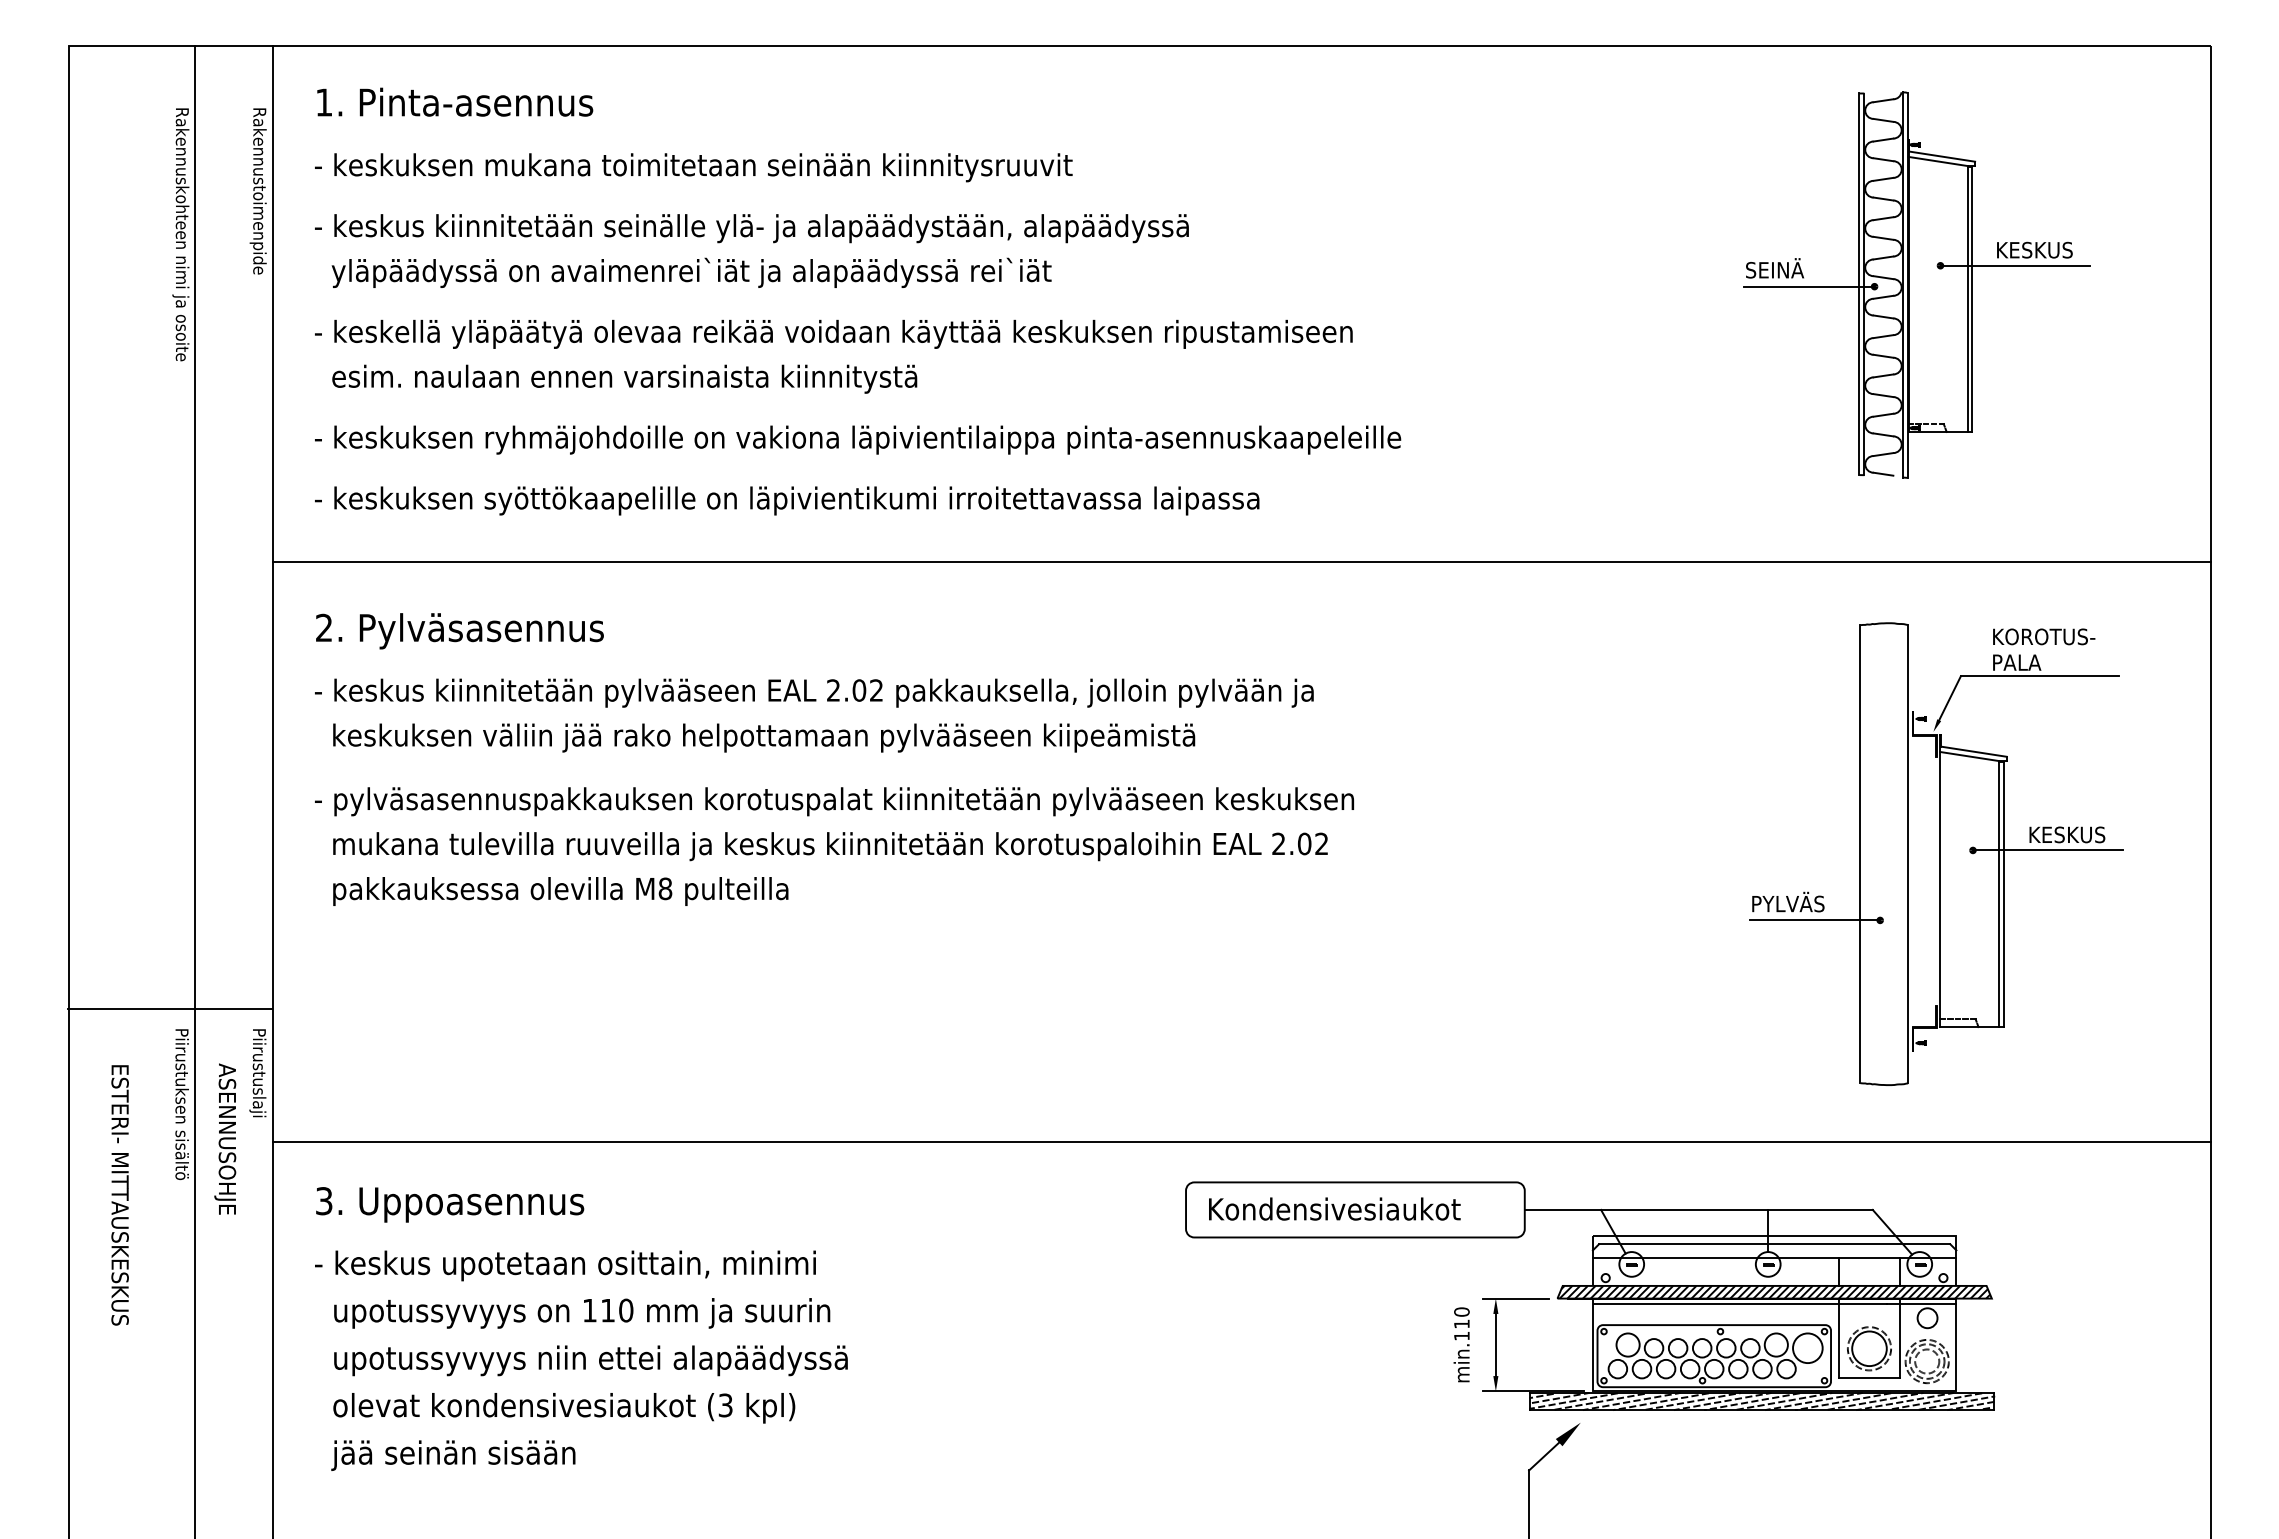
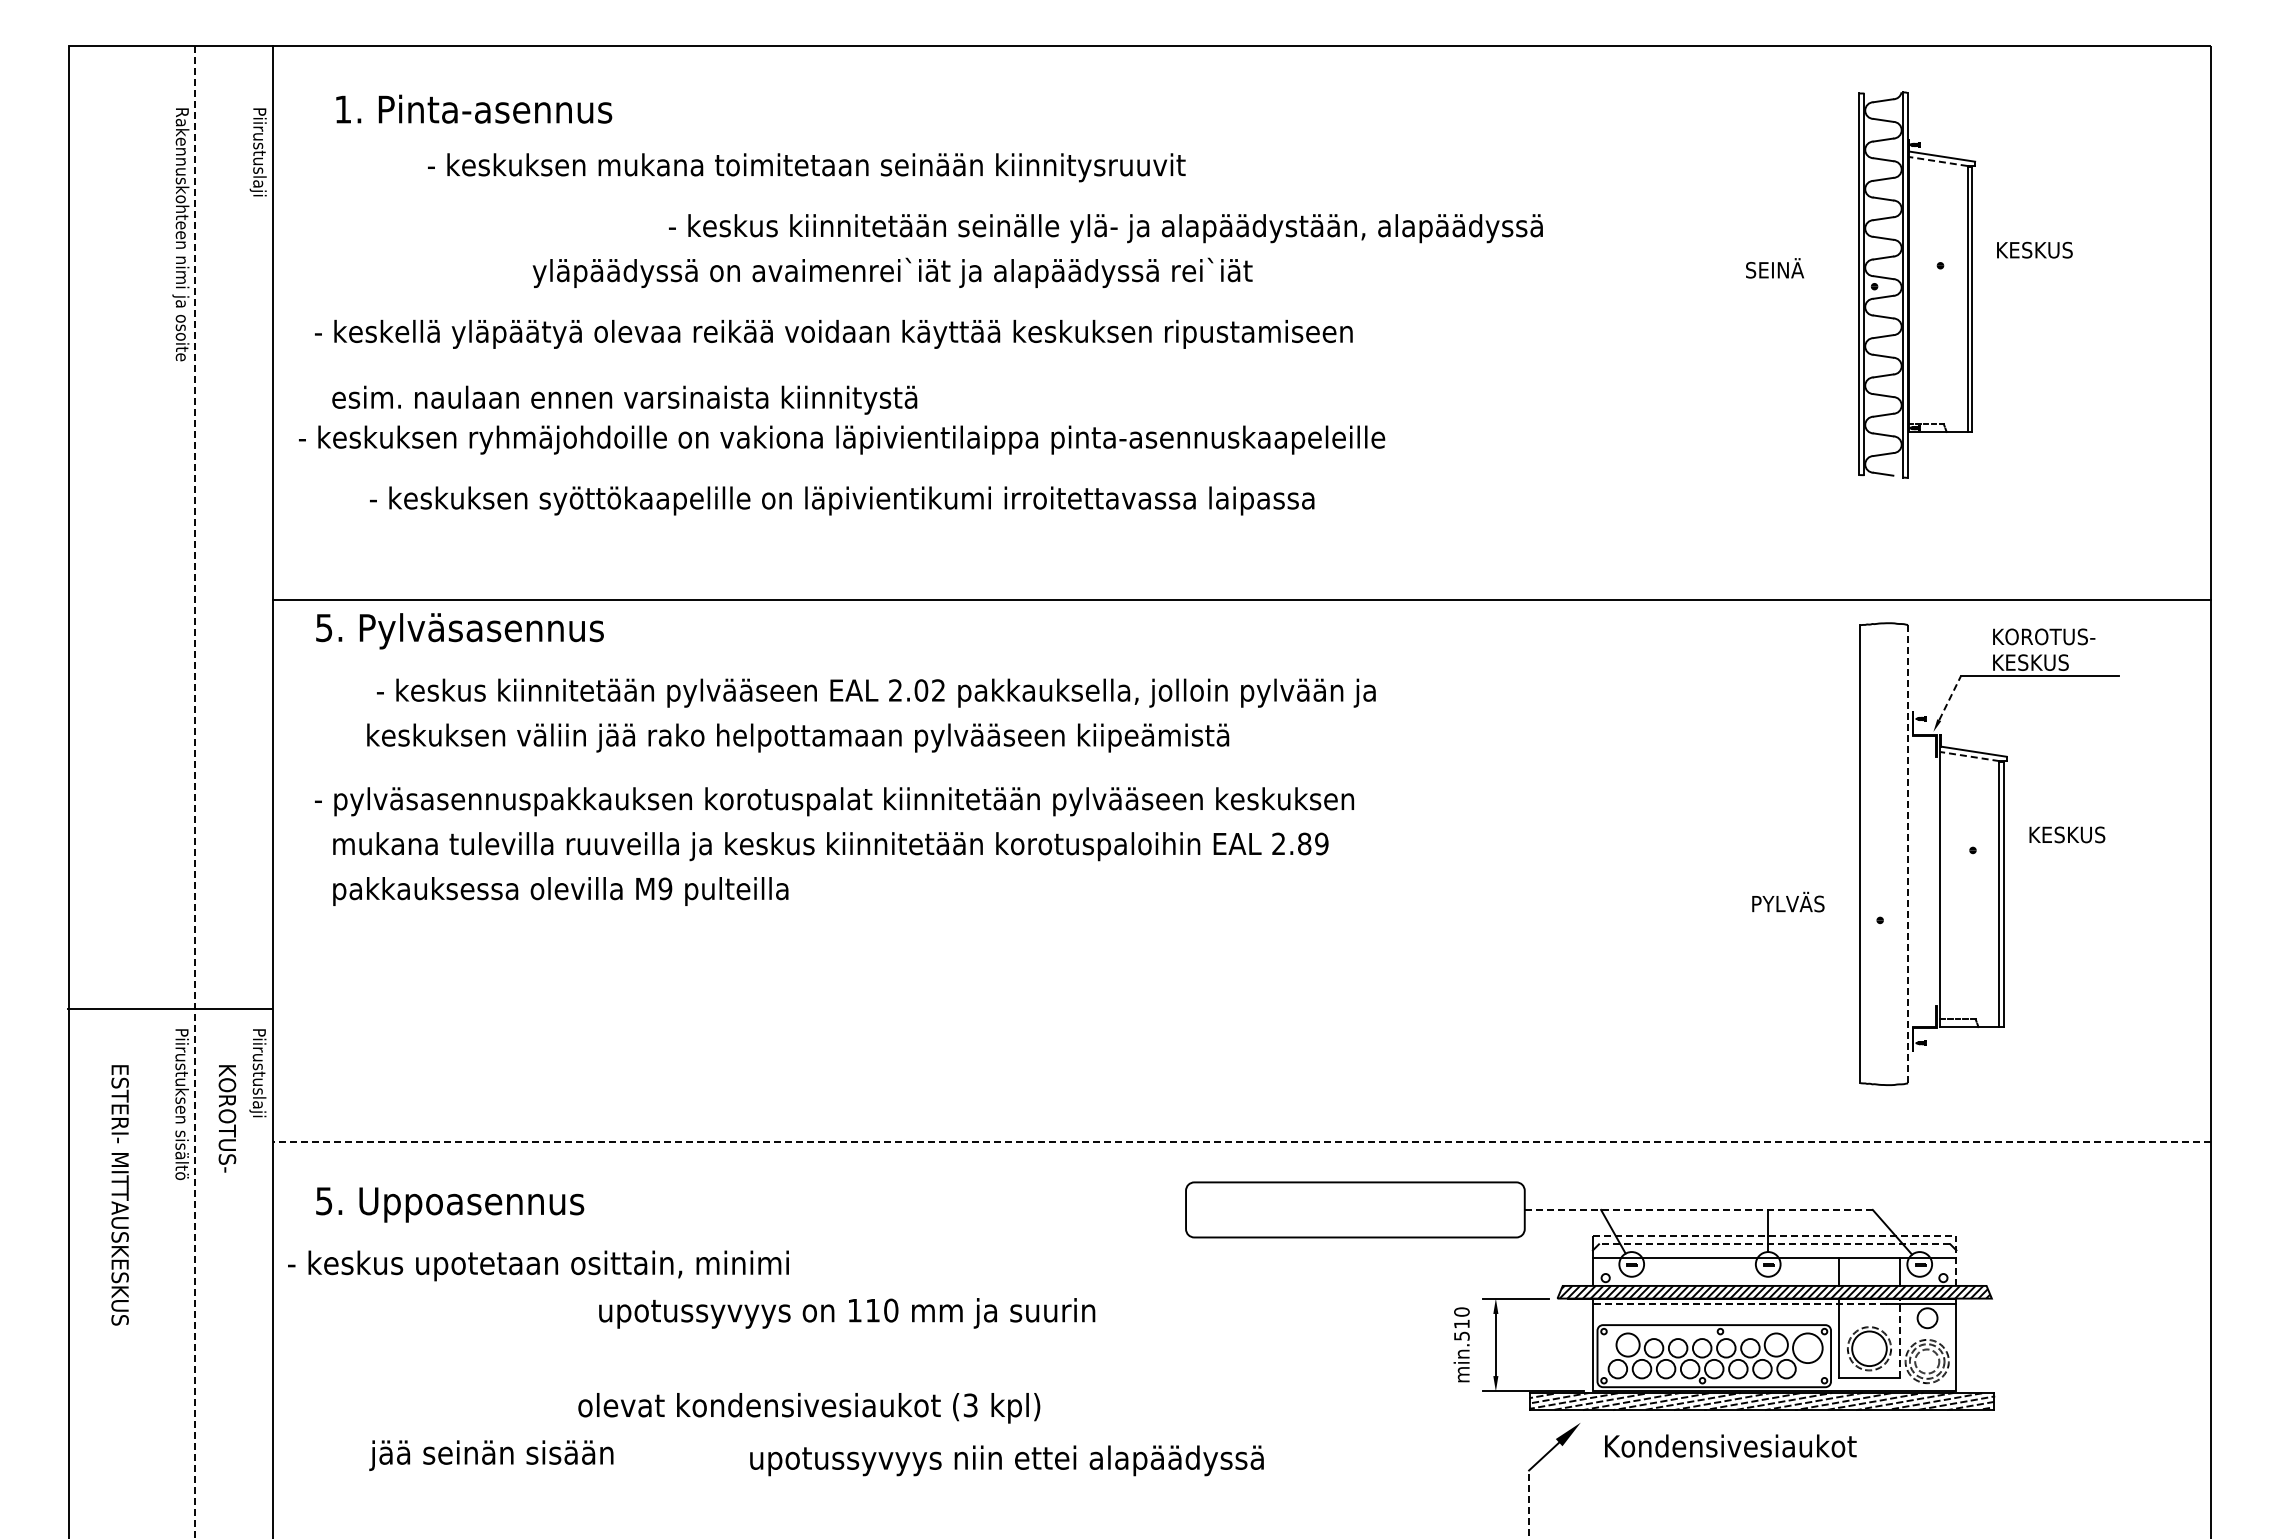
text at (455, 101) position: (455, 101) -> (474, 108)
line at (1938, 161): solid -> dashed
text at (693, 167) position: (693, 167) -> (806, 167)
text at (257, 192): Rakennustoimenpide -> Piirustuslaji
text at (751, 228) position: (751, 228) -> (1105, 228)
line at (2015, 265): present -> none
text at (691, 272) position: (691, 272) -> (892, 272)
line at (1809, 286): present -> none
text at (624, 378) position: (624, 378) -> (624, 399)
text at (858, 439) position: (858, 439) -> (842, 439)
text at (787, 500) position: (787, 500) -> (842, 500)
line at (1241, 562) position: (1241, 562) -> (1241, 600)
text at (324, 627): 2. -> 5.
text at (2031, 662): PALA -> KESKUS
text at (814, 692) position: (814, 692) -> (876, 692)
line at (1950, 698): solid -> dashed
text at (764, 737) position: (764, 737) -> (798, 737)
line at (1969, 756): solid -> dashed
line at (195, 792): solid -> dashed
text at (1313, 843): 2.02 -> 2.89
line at (2047, 850): present -> none
line at (1908, 854): solid -> dashed
text at (665, 888): M8 -> M9
line at (1814, 920): present -> none
text at (225, 1138): ASENNUSOHJE -> KOROTUS-
line at (1241, 1141): solid -> dashed
text at (324, 1200): 3. -> 5.
text at (1334, 1208) position: (1334, 1208) -> (1730, 1445)
line at (1699, 1209): solid -> dashed
line at (1800, 1235): solid -> dashed
line at (1774, 1244): solid -> dashed
text at (565, 1265) position: (565, 1265) -> (538, 1265)
line at (1740, 1304): solid -> dashed
text at (582, 1313) position: (582, 1313) -> (847, 1313)
text at (1461, 1335): min.110 -> min.510
line at (1899, 1338): solid -> dashed
text at (590, 1360) position: (590, 1360) -> (1006, 1460)
text at (564, 1408) position: (564, 1408) -> (809, 1408)
text at (453, 1455) position: (453, 1455) -> (491, 1455)
line at (1529, 1504): solid -> dashed
